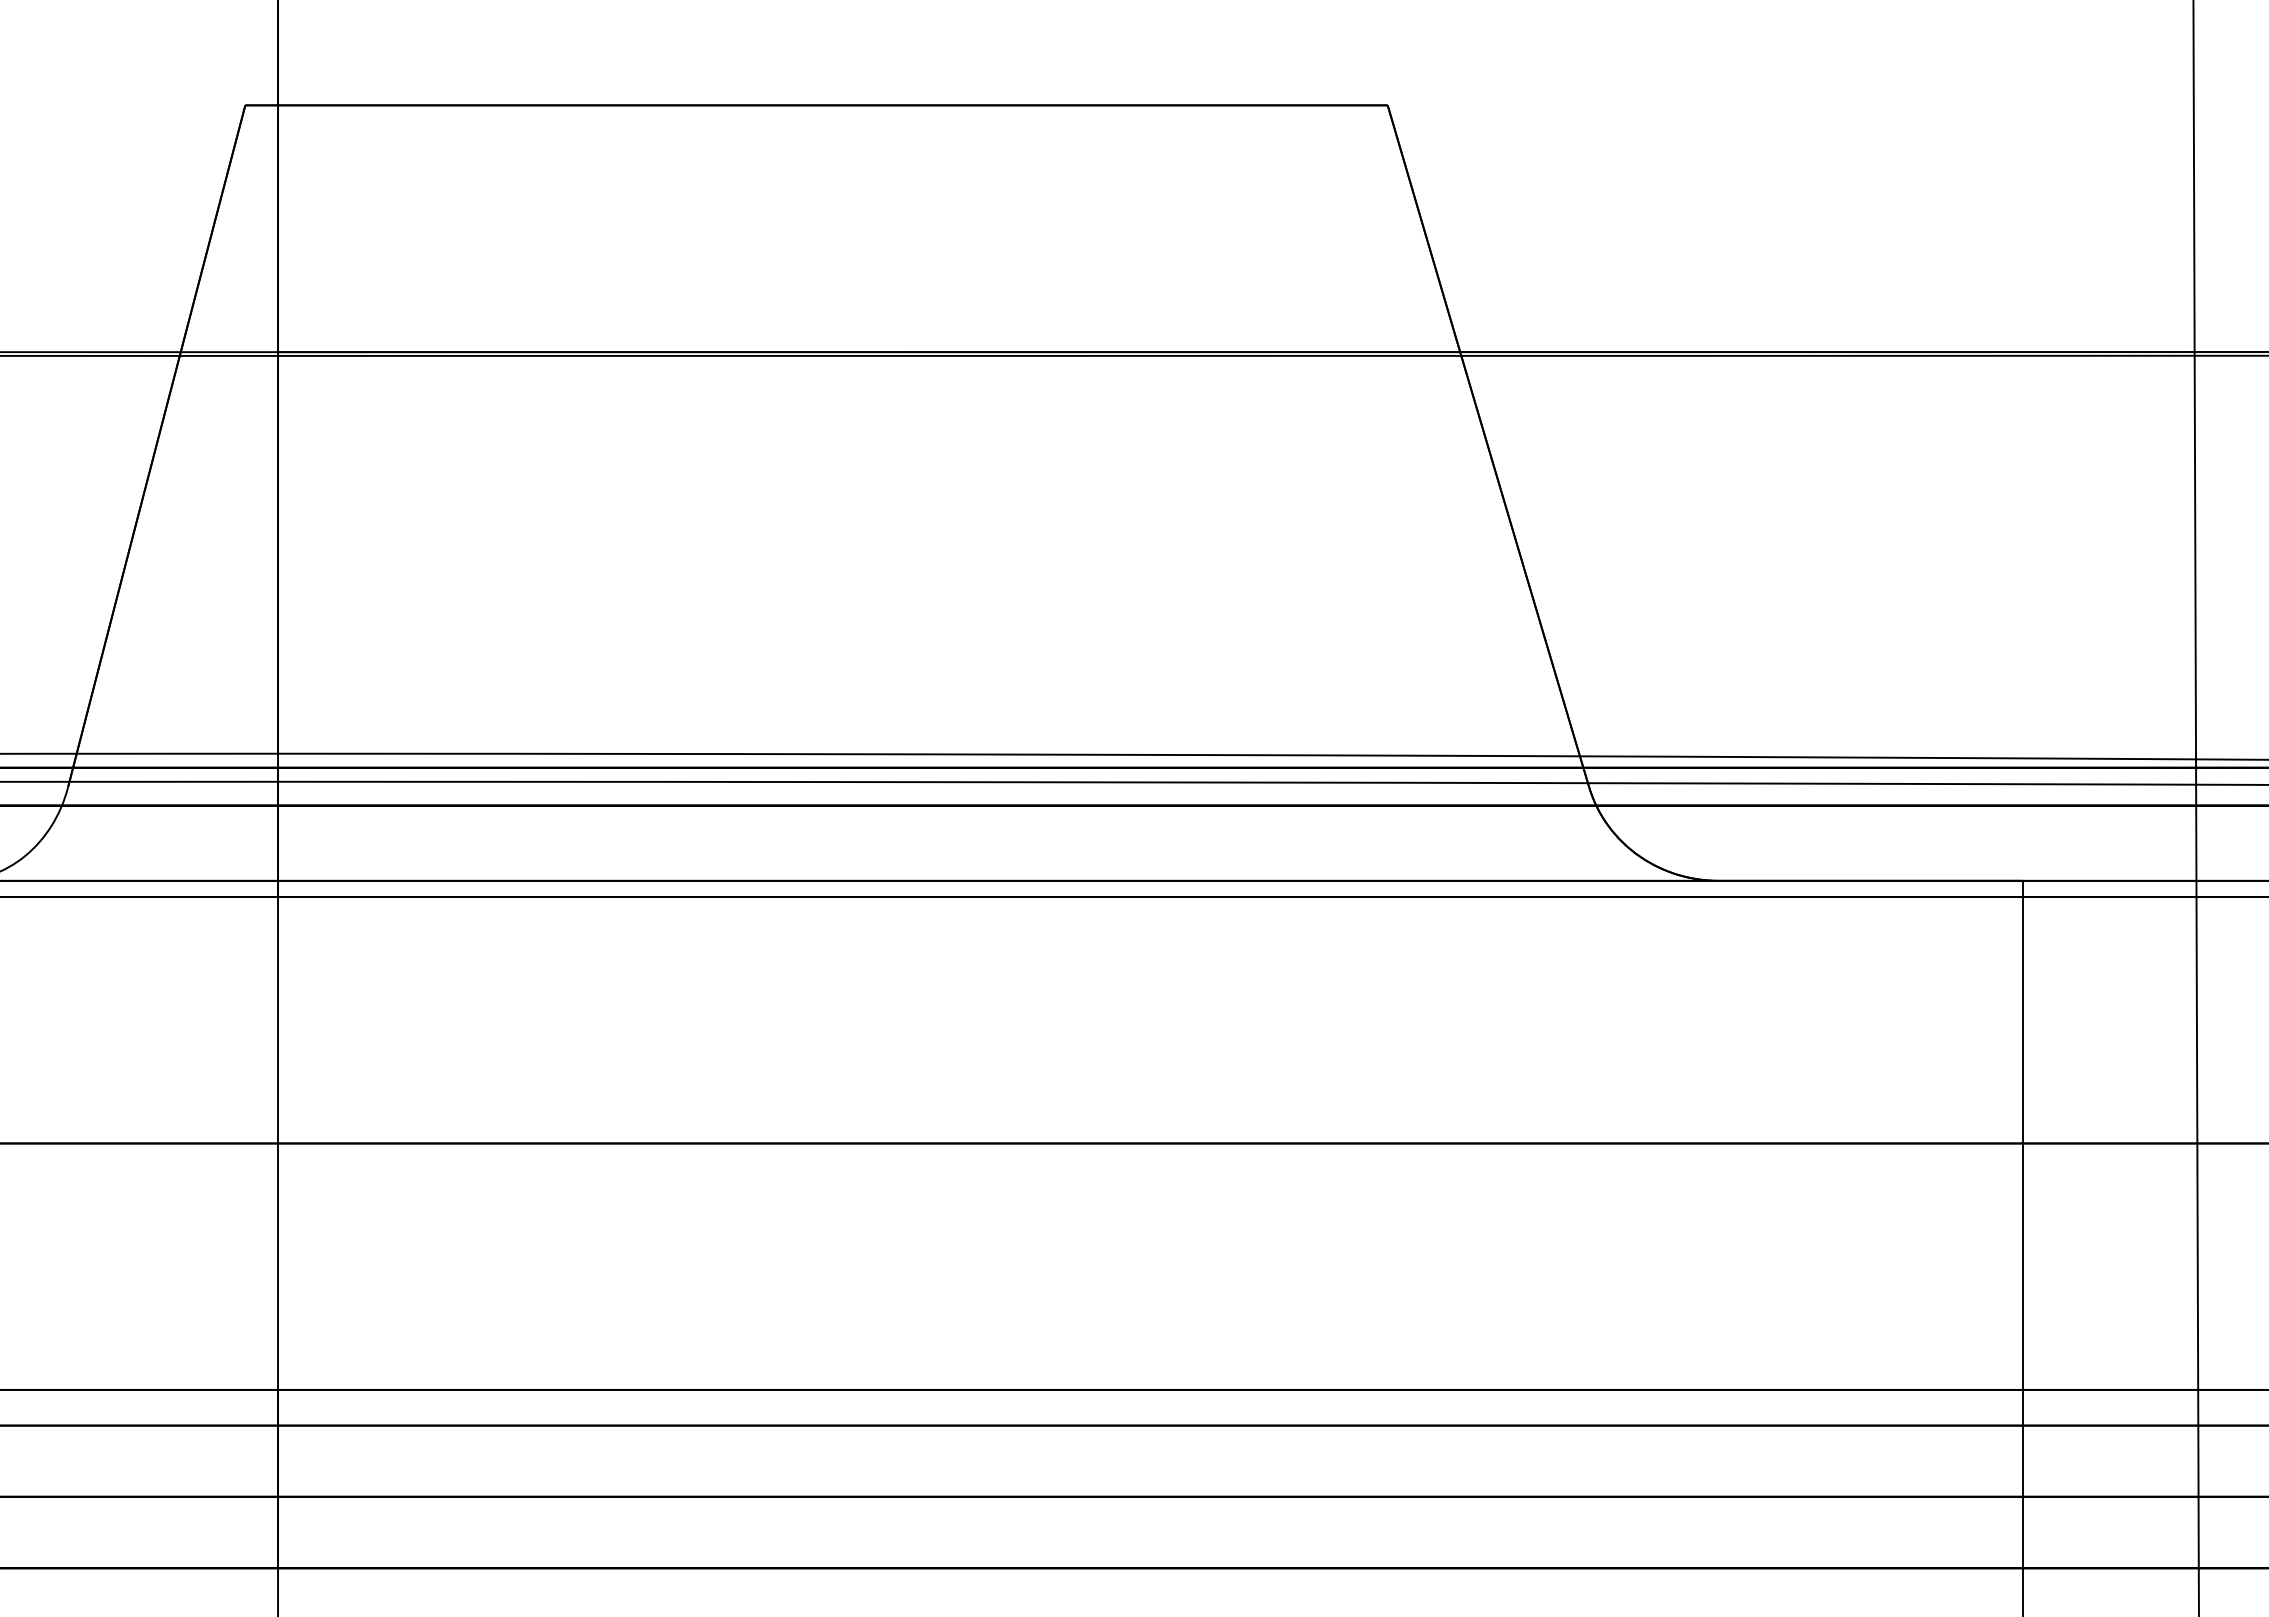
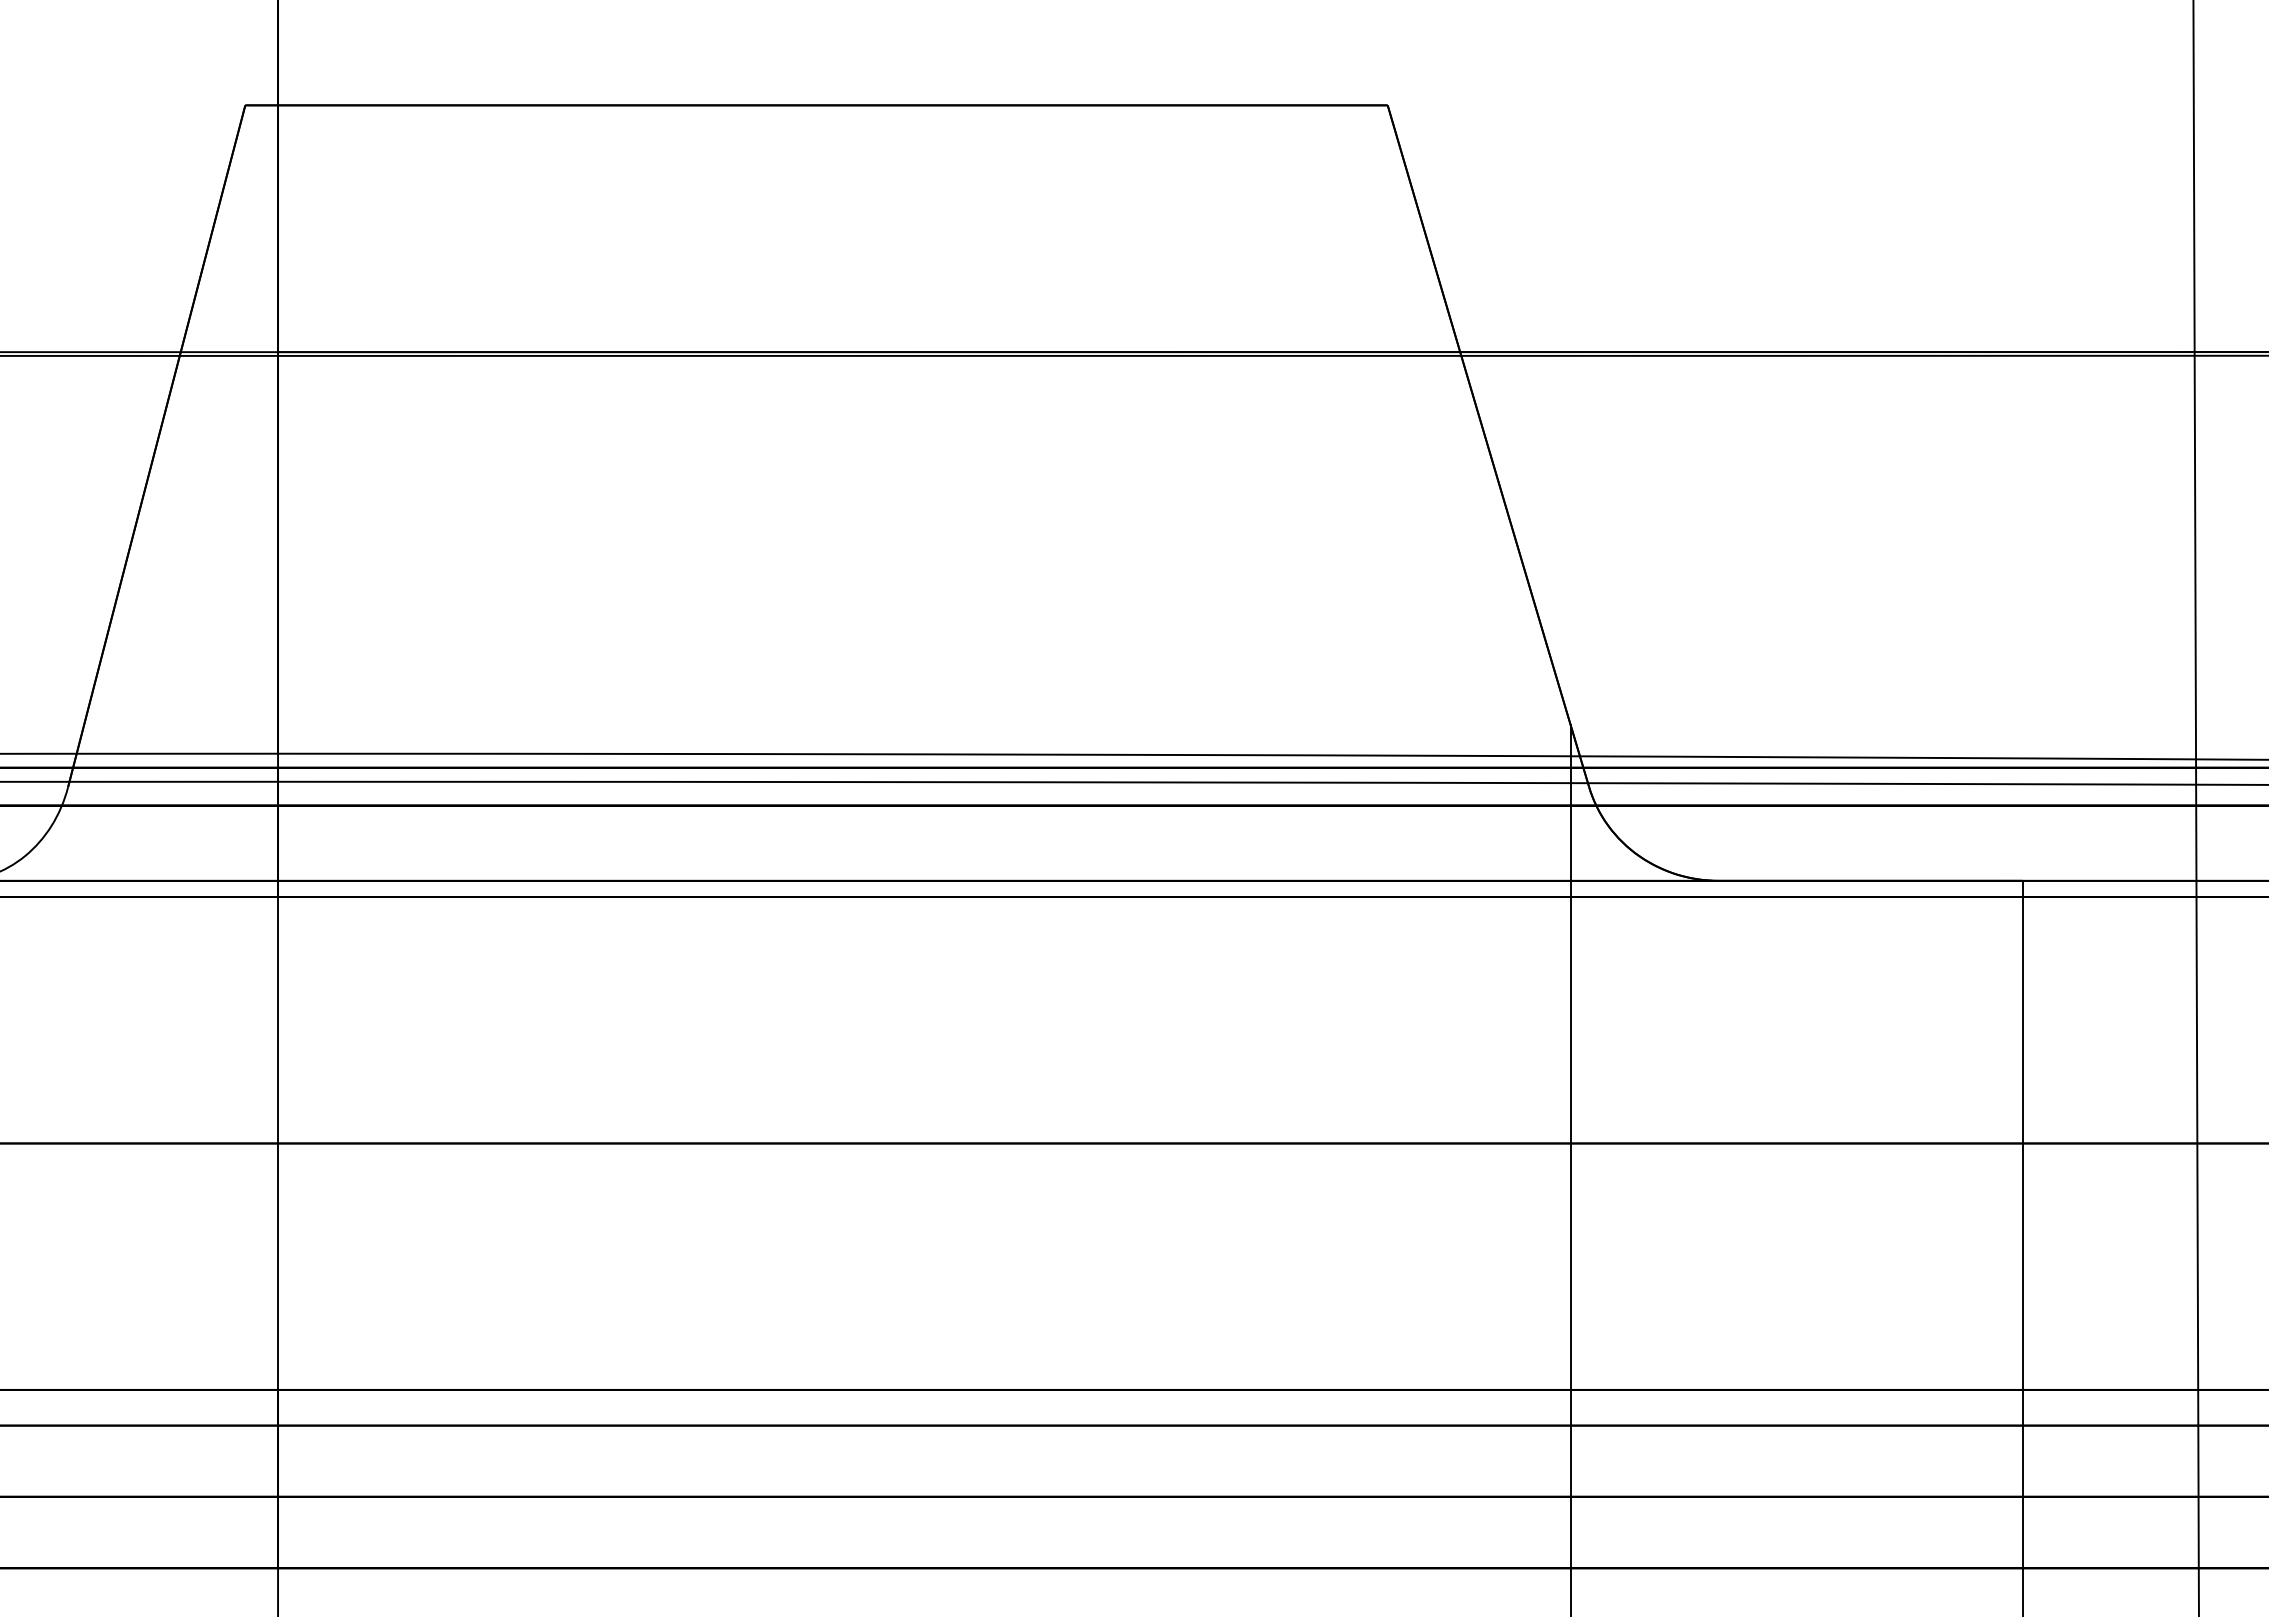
line at (1570, 1168): none -> present
